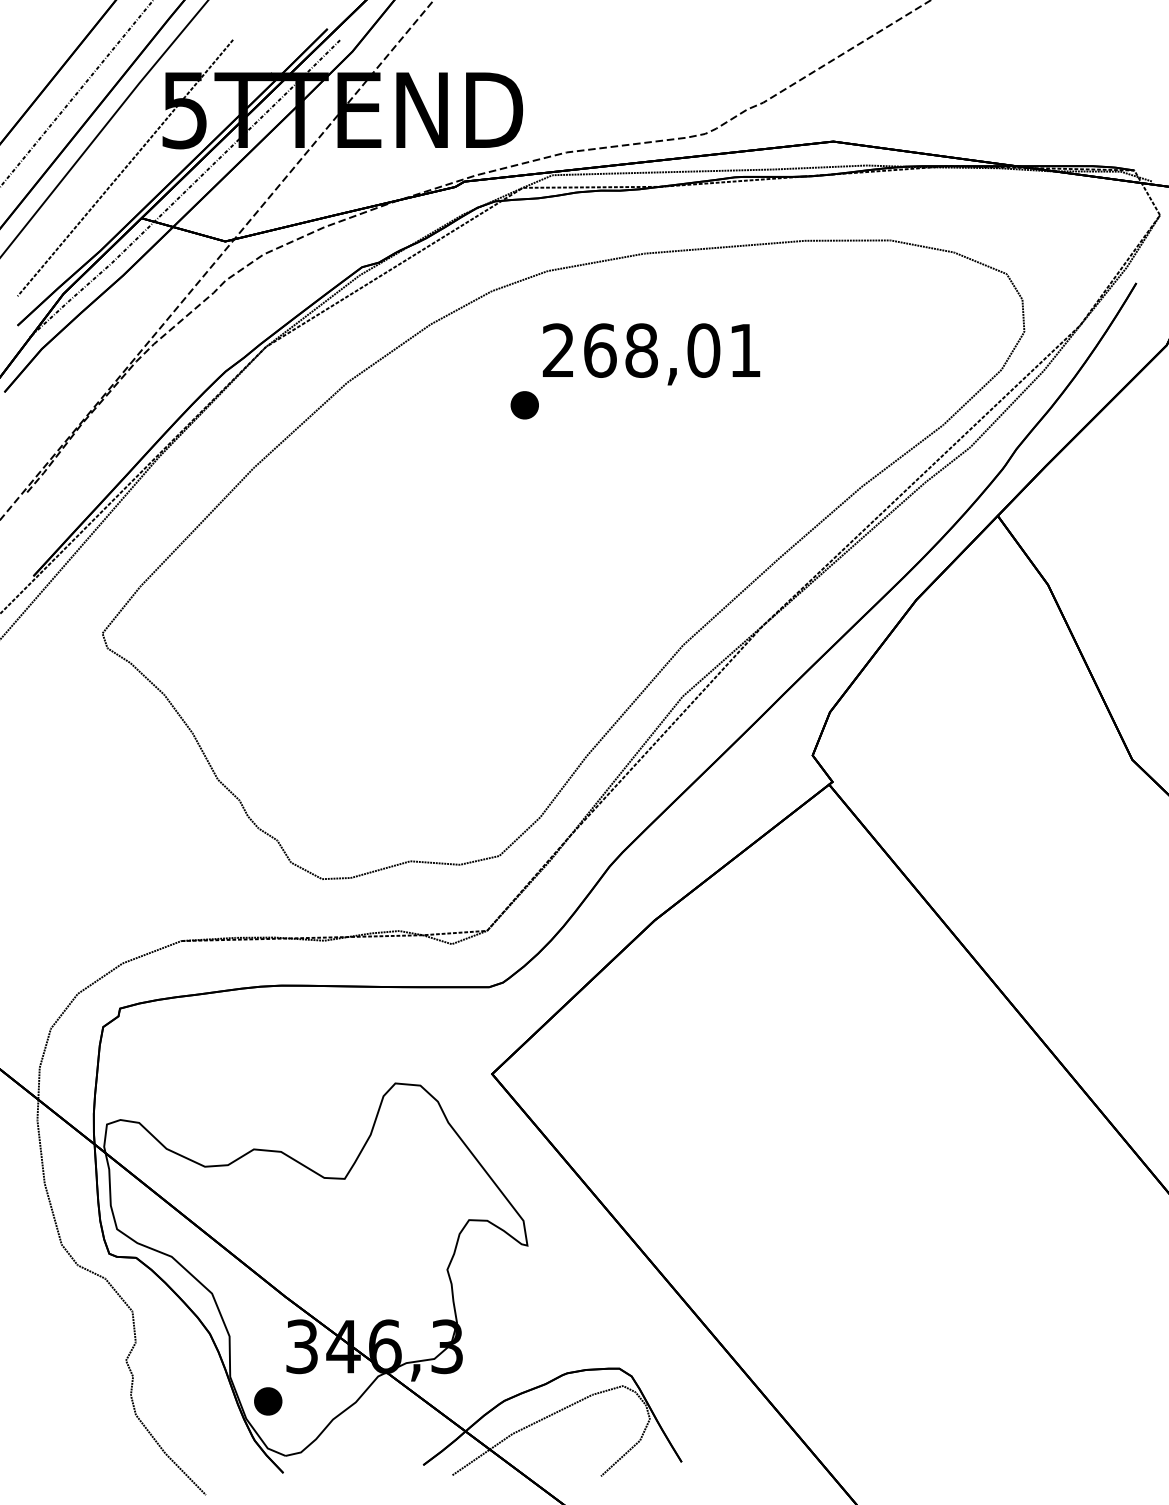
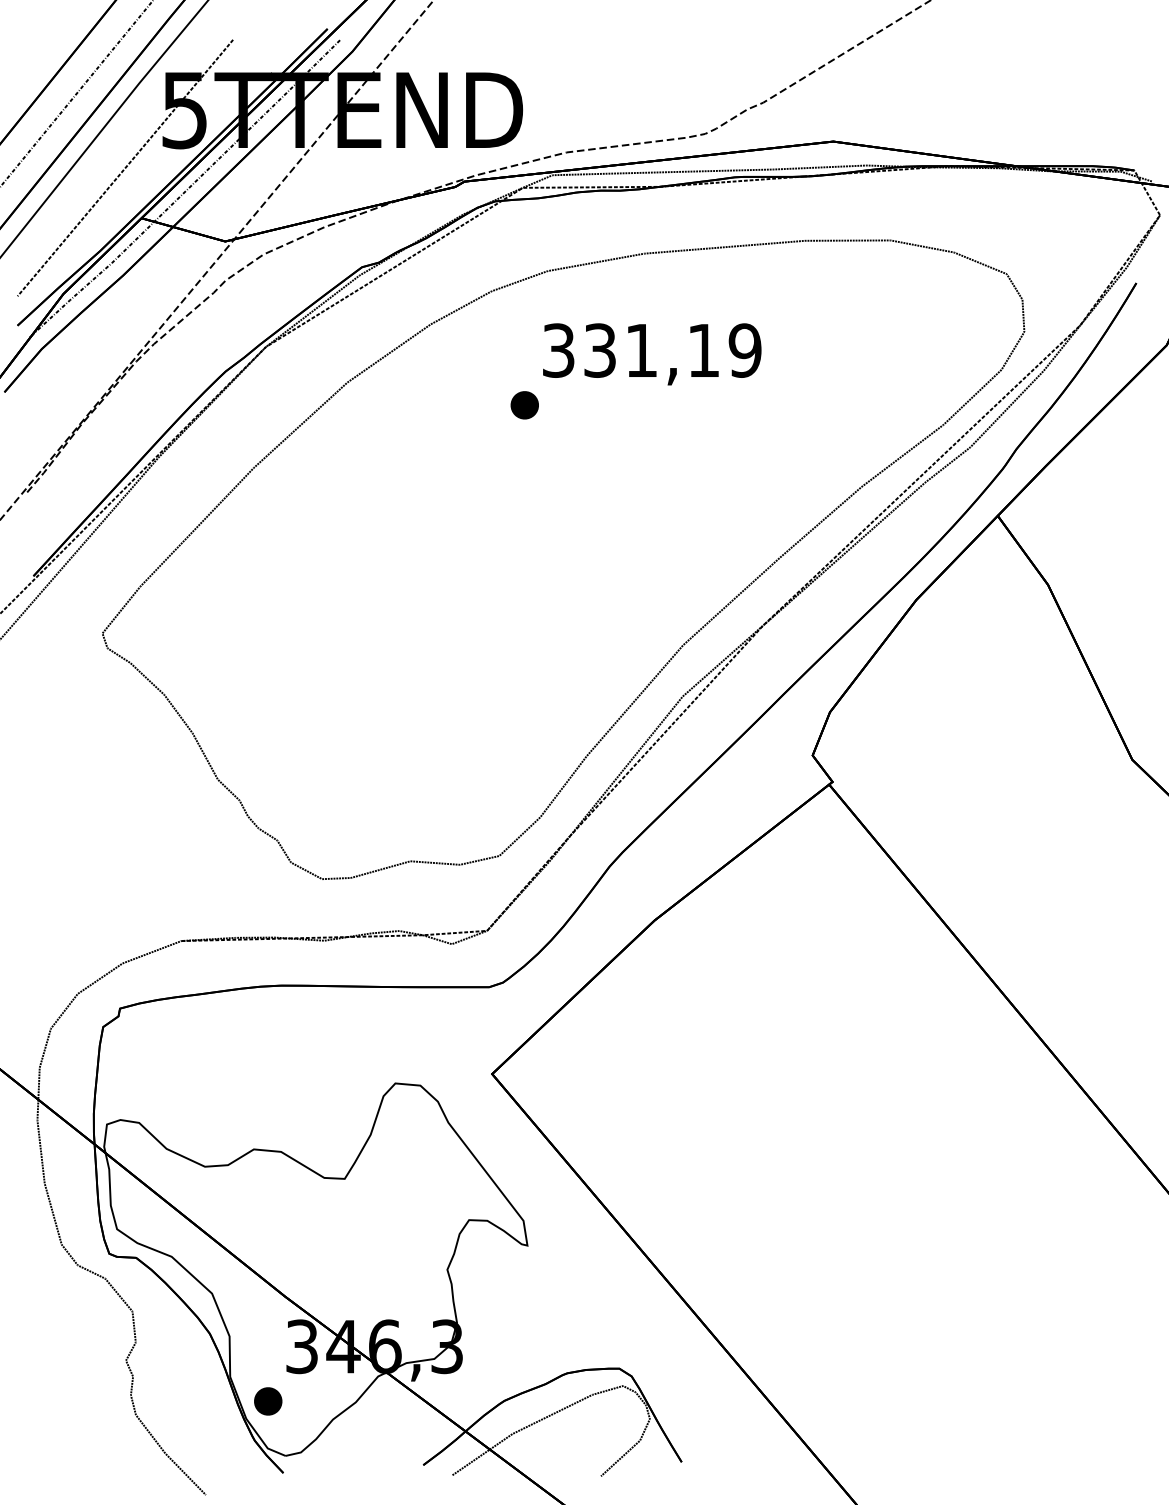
text at (651, 350): 268,01 -> 331,19
